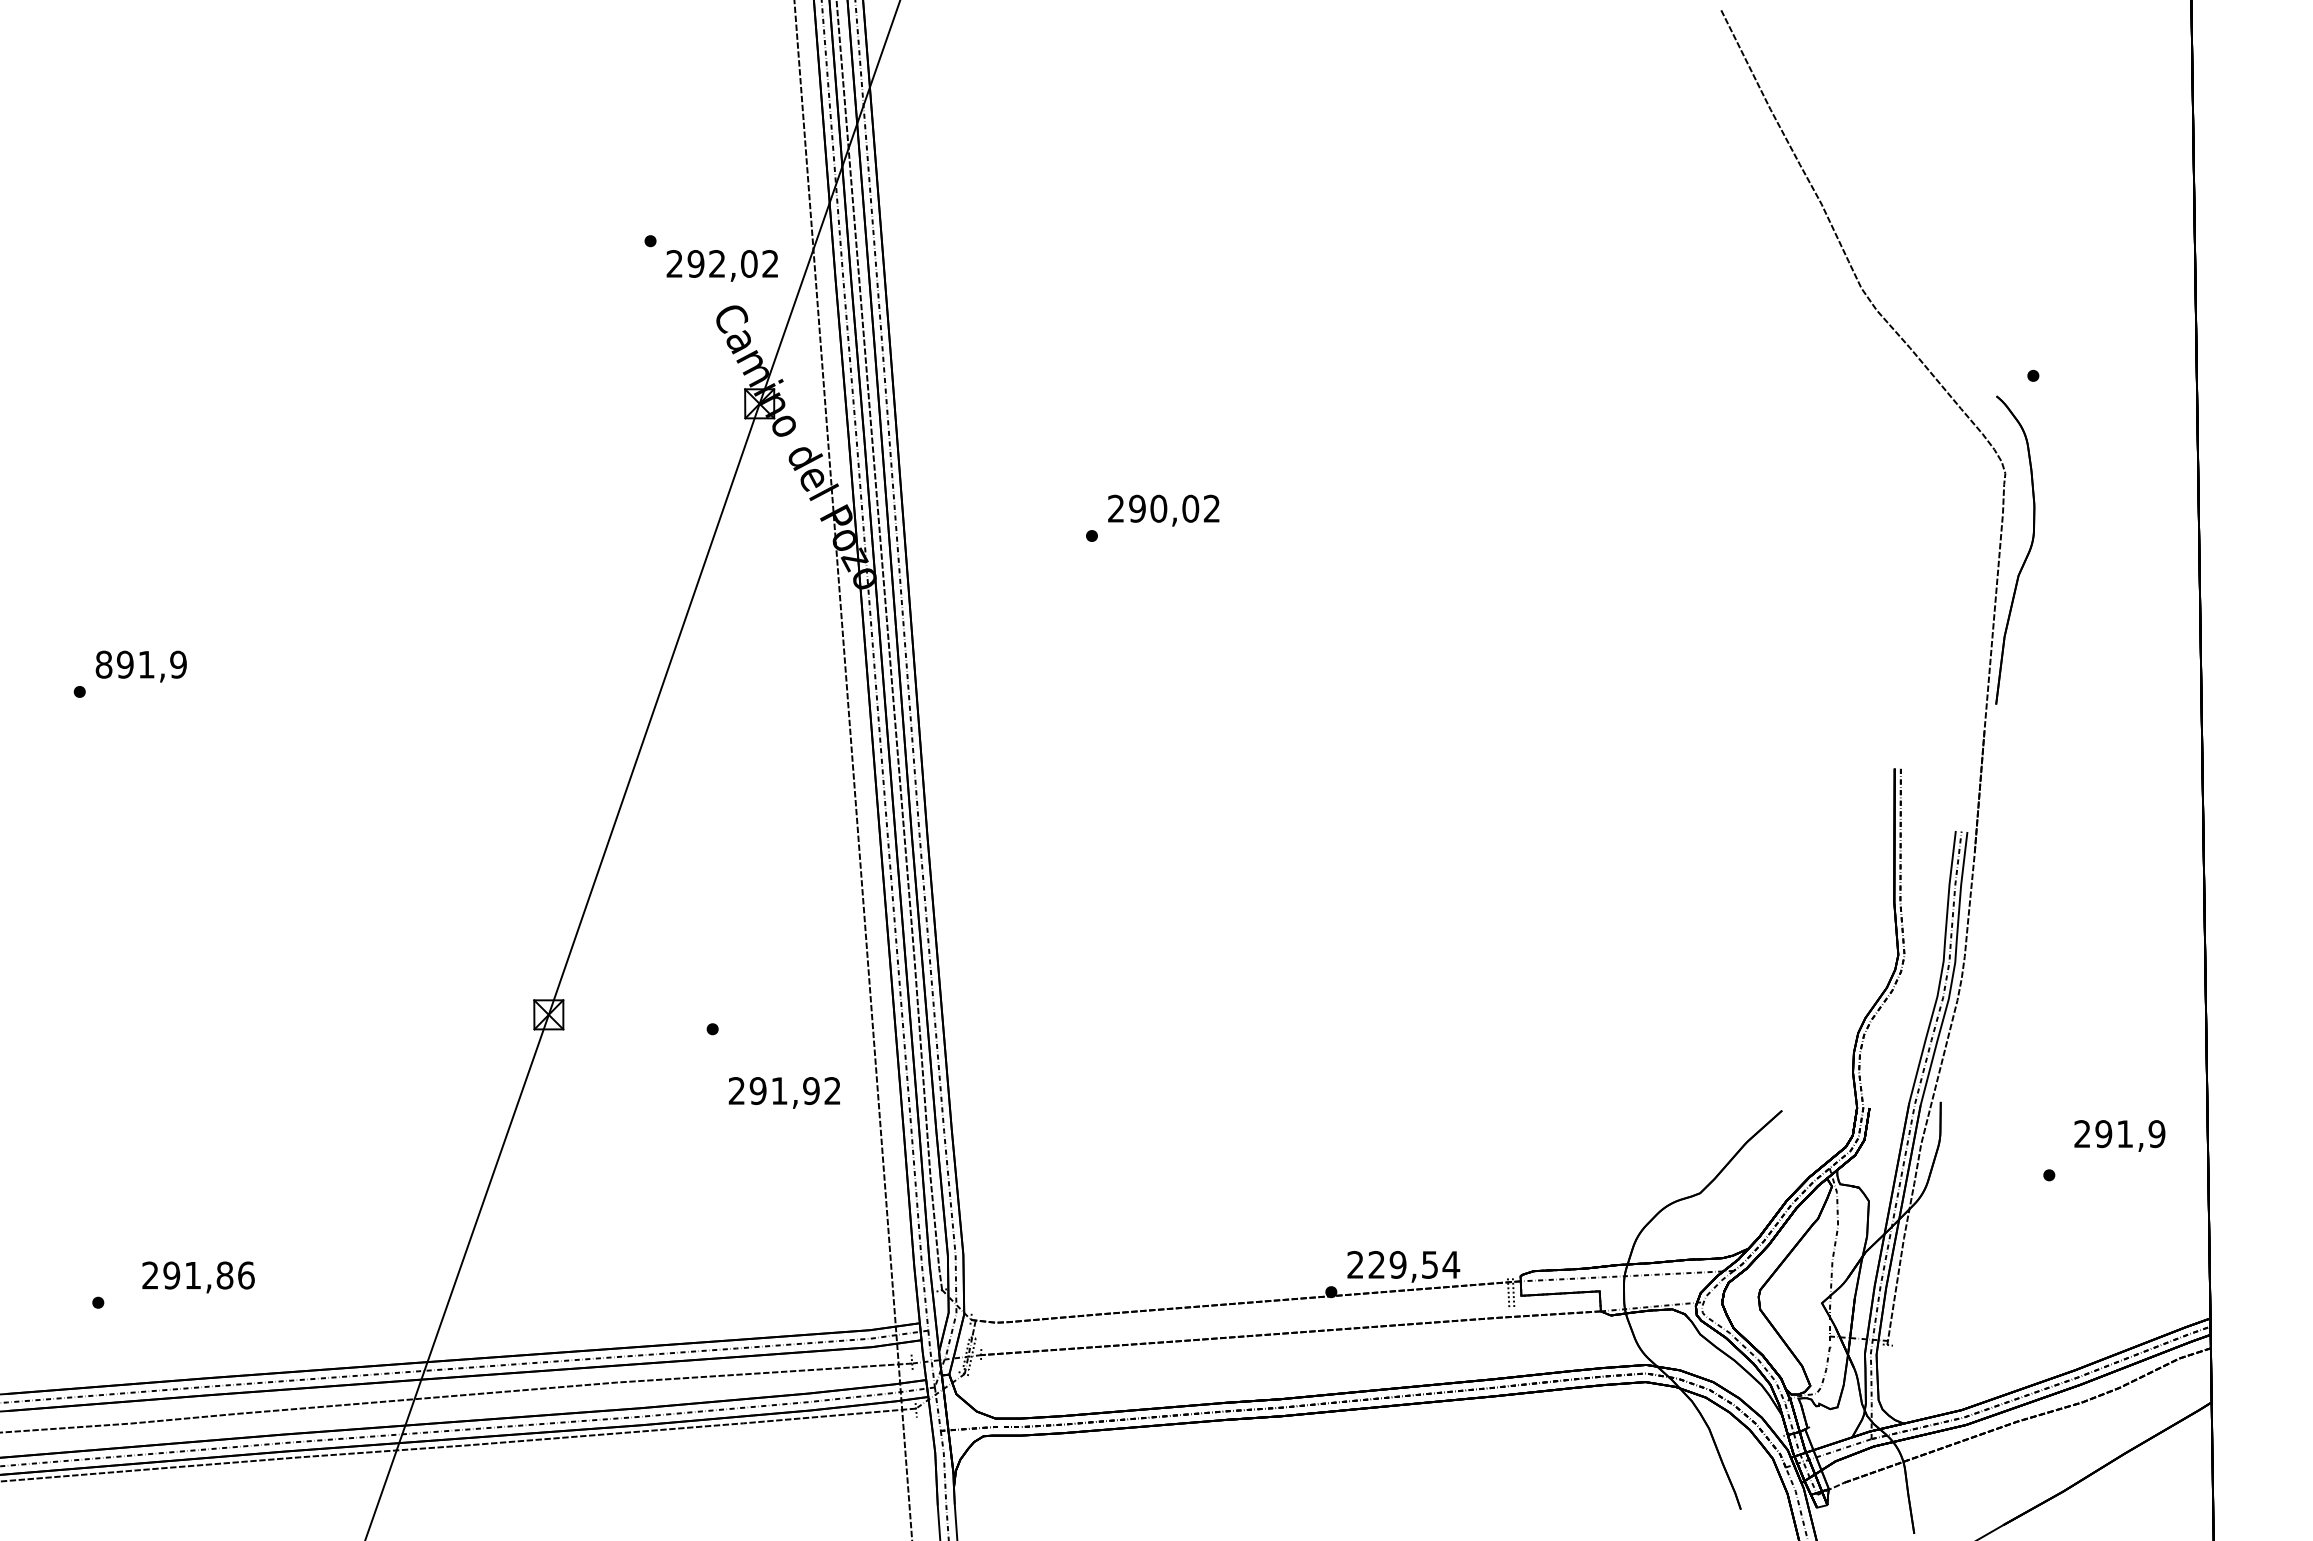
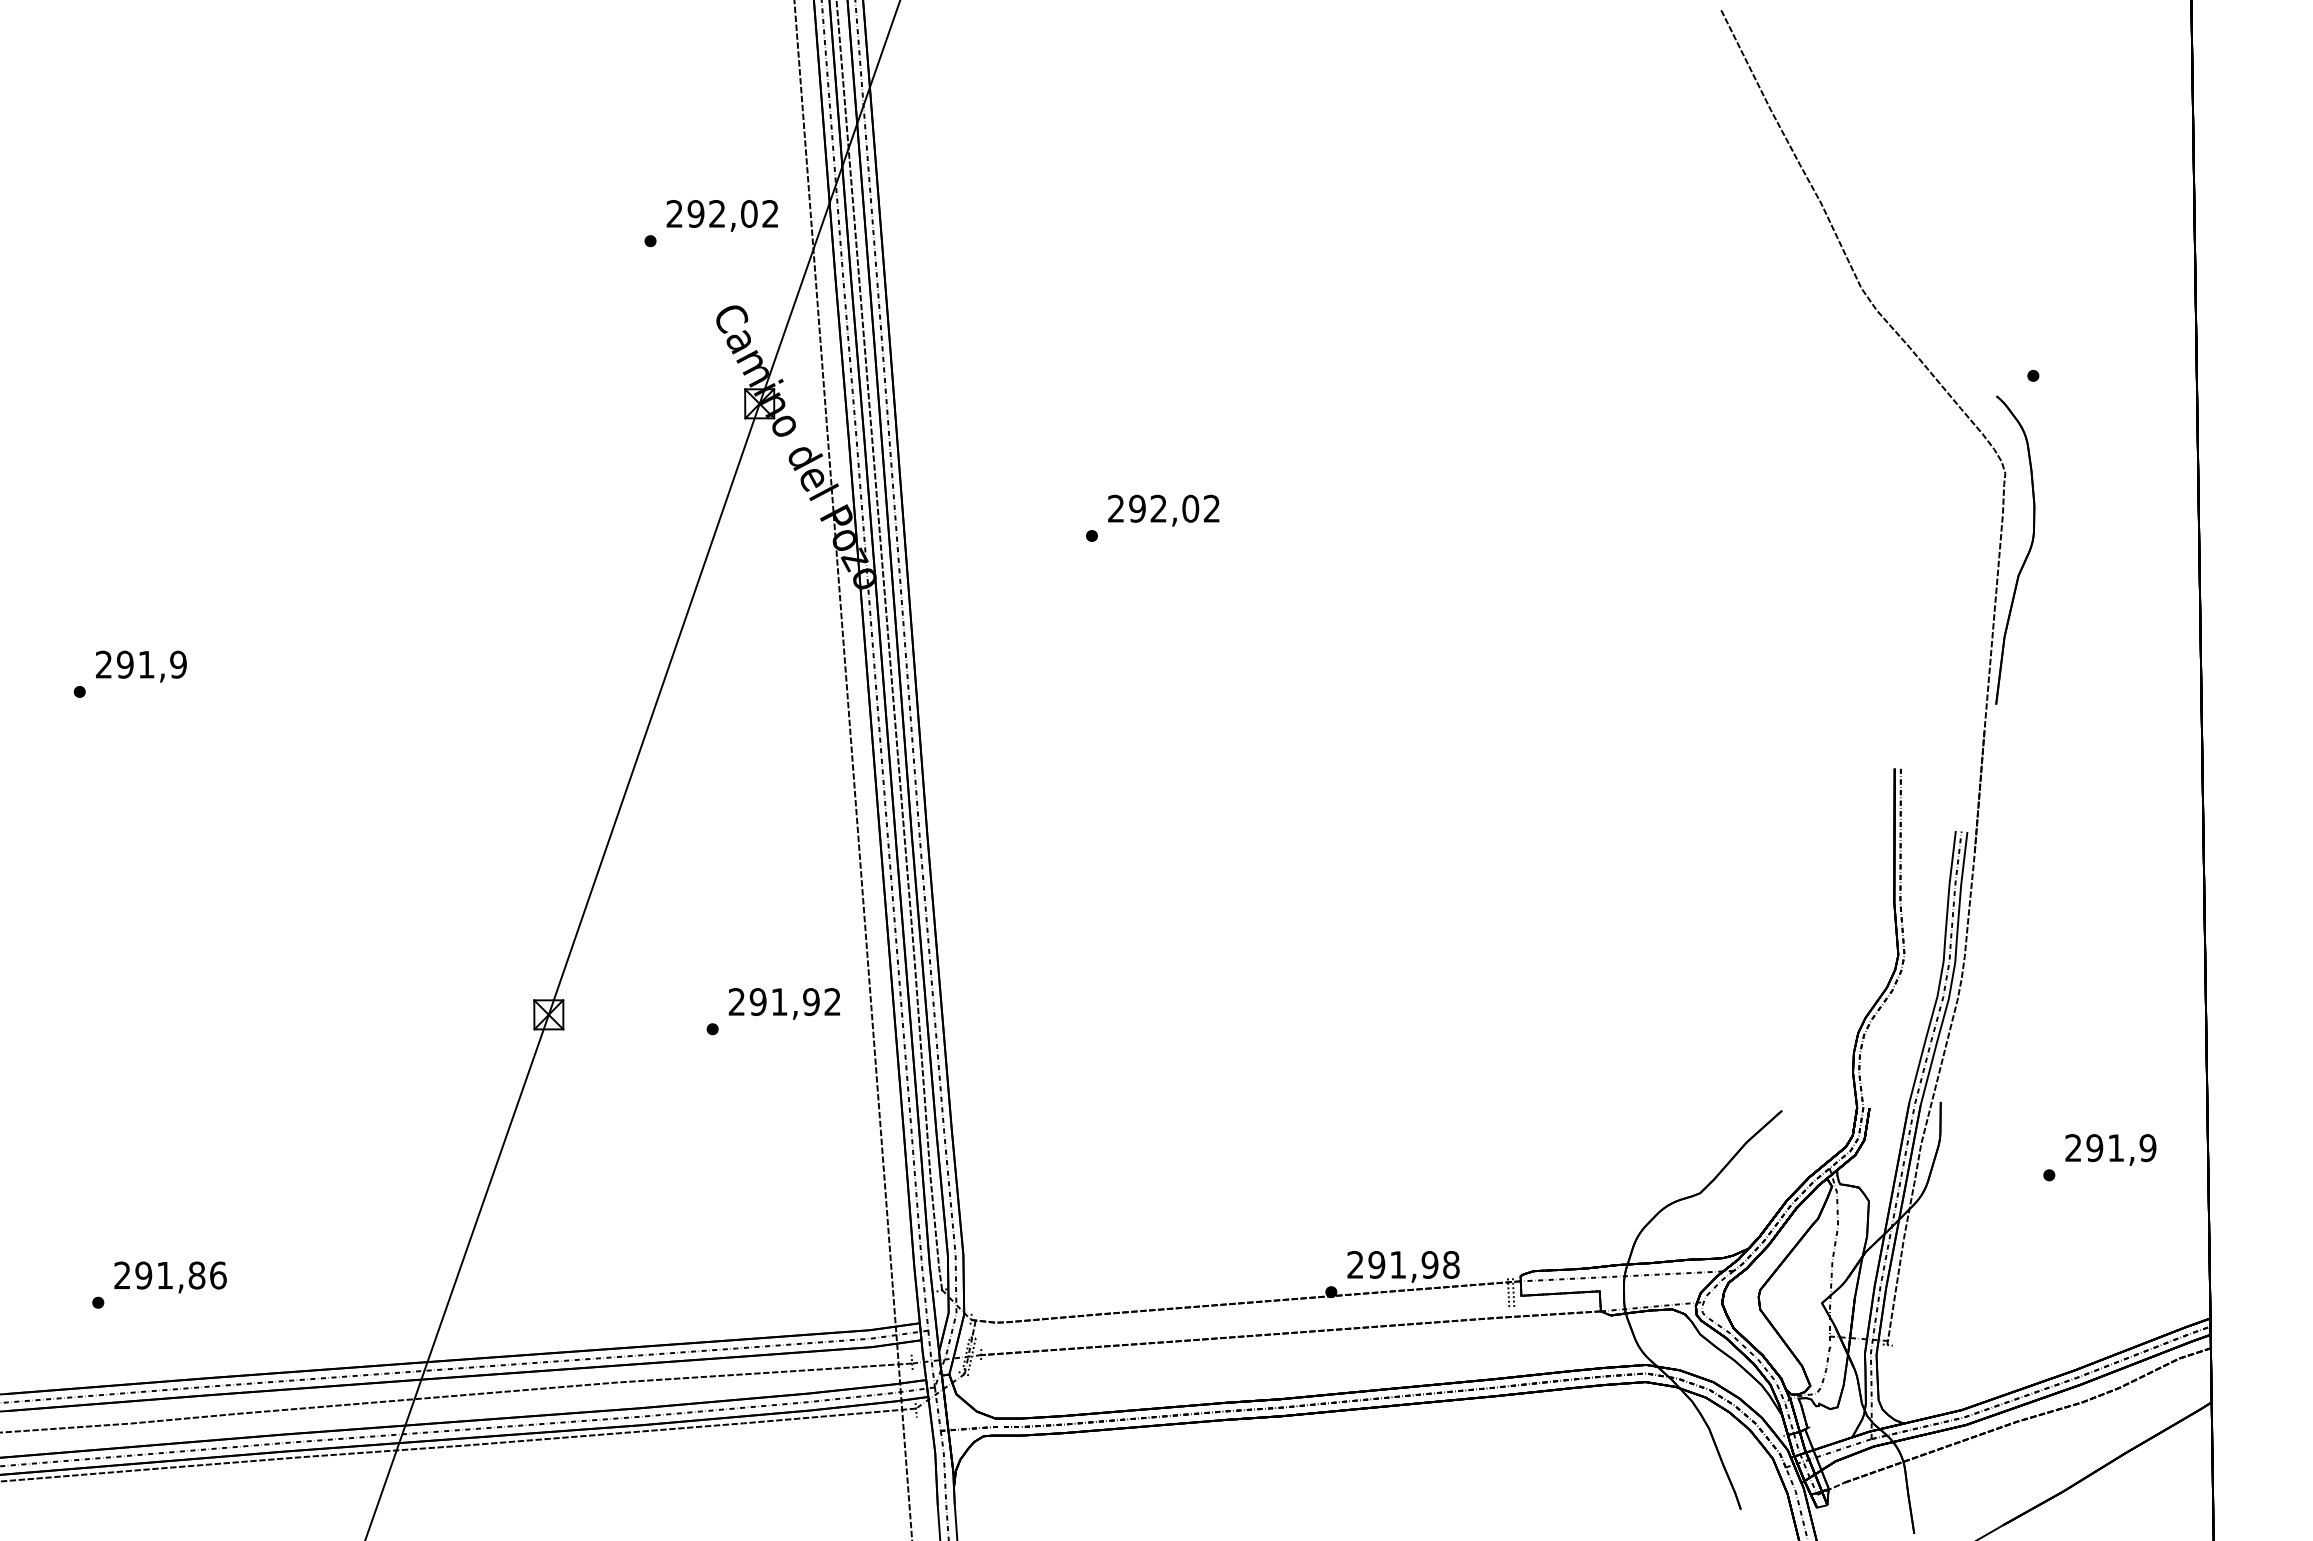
text at (721, 265) position: (721, 265) -> (721, 215)
text at (1158, 508): 290,02 -> 292,02
text at (103, 664): 891,9 -> 291,9
text at (783, 1092) position: (783, 1092) -> (783, 1003)
text at (2119, 1135) position: (2119, 1135) -> (2110, 1149)
text at (1414, 1264): 229,54 -> 291,98
text at (198, 1277) position: (198, 1277) -> (170, 1277)
